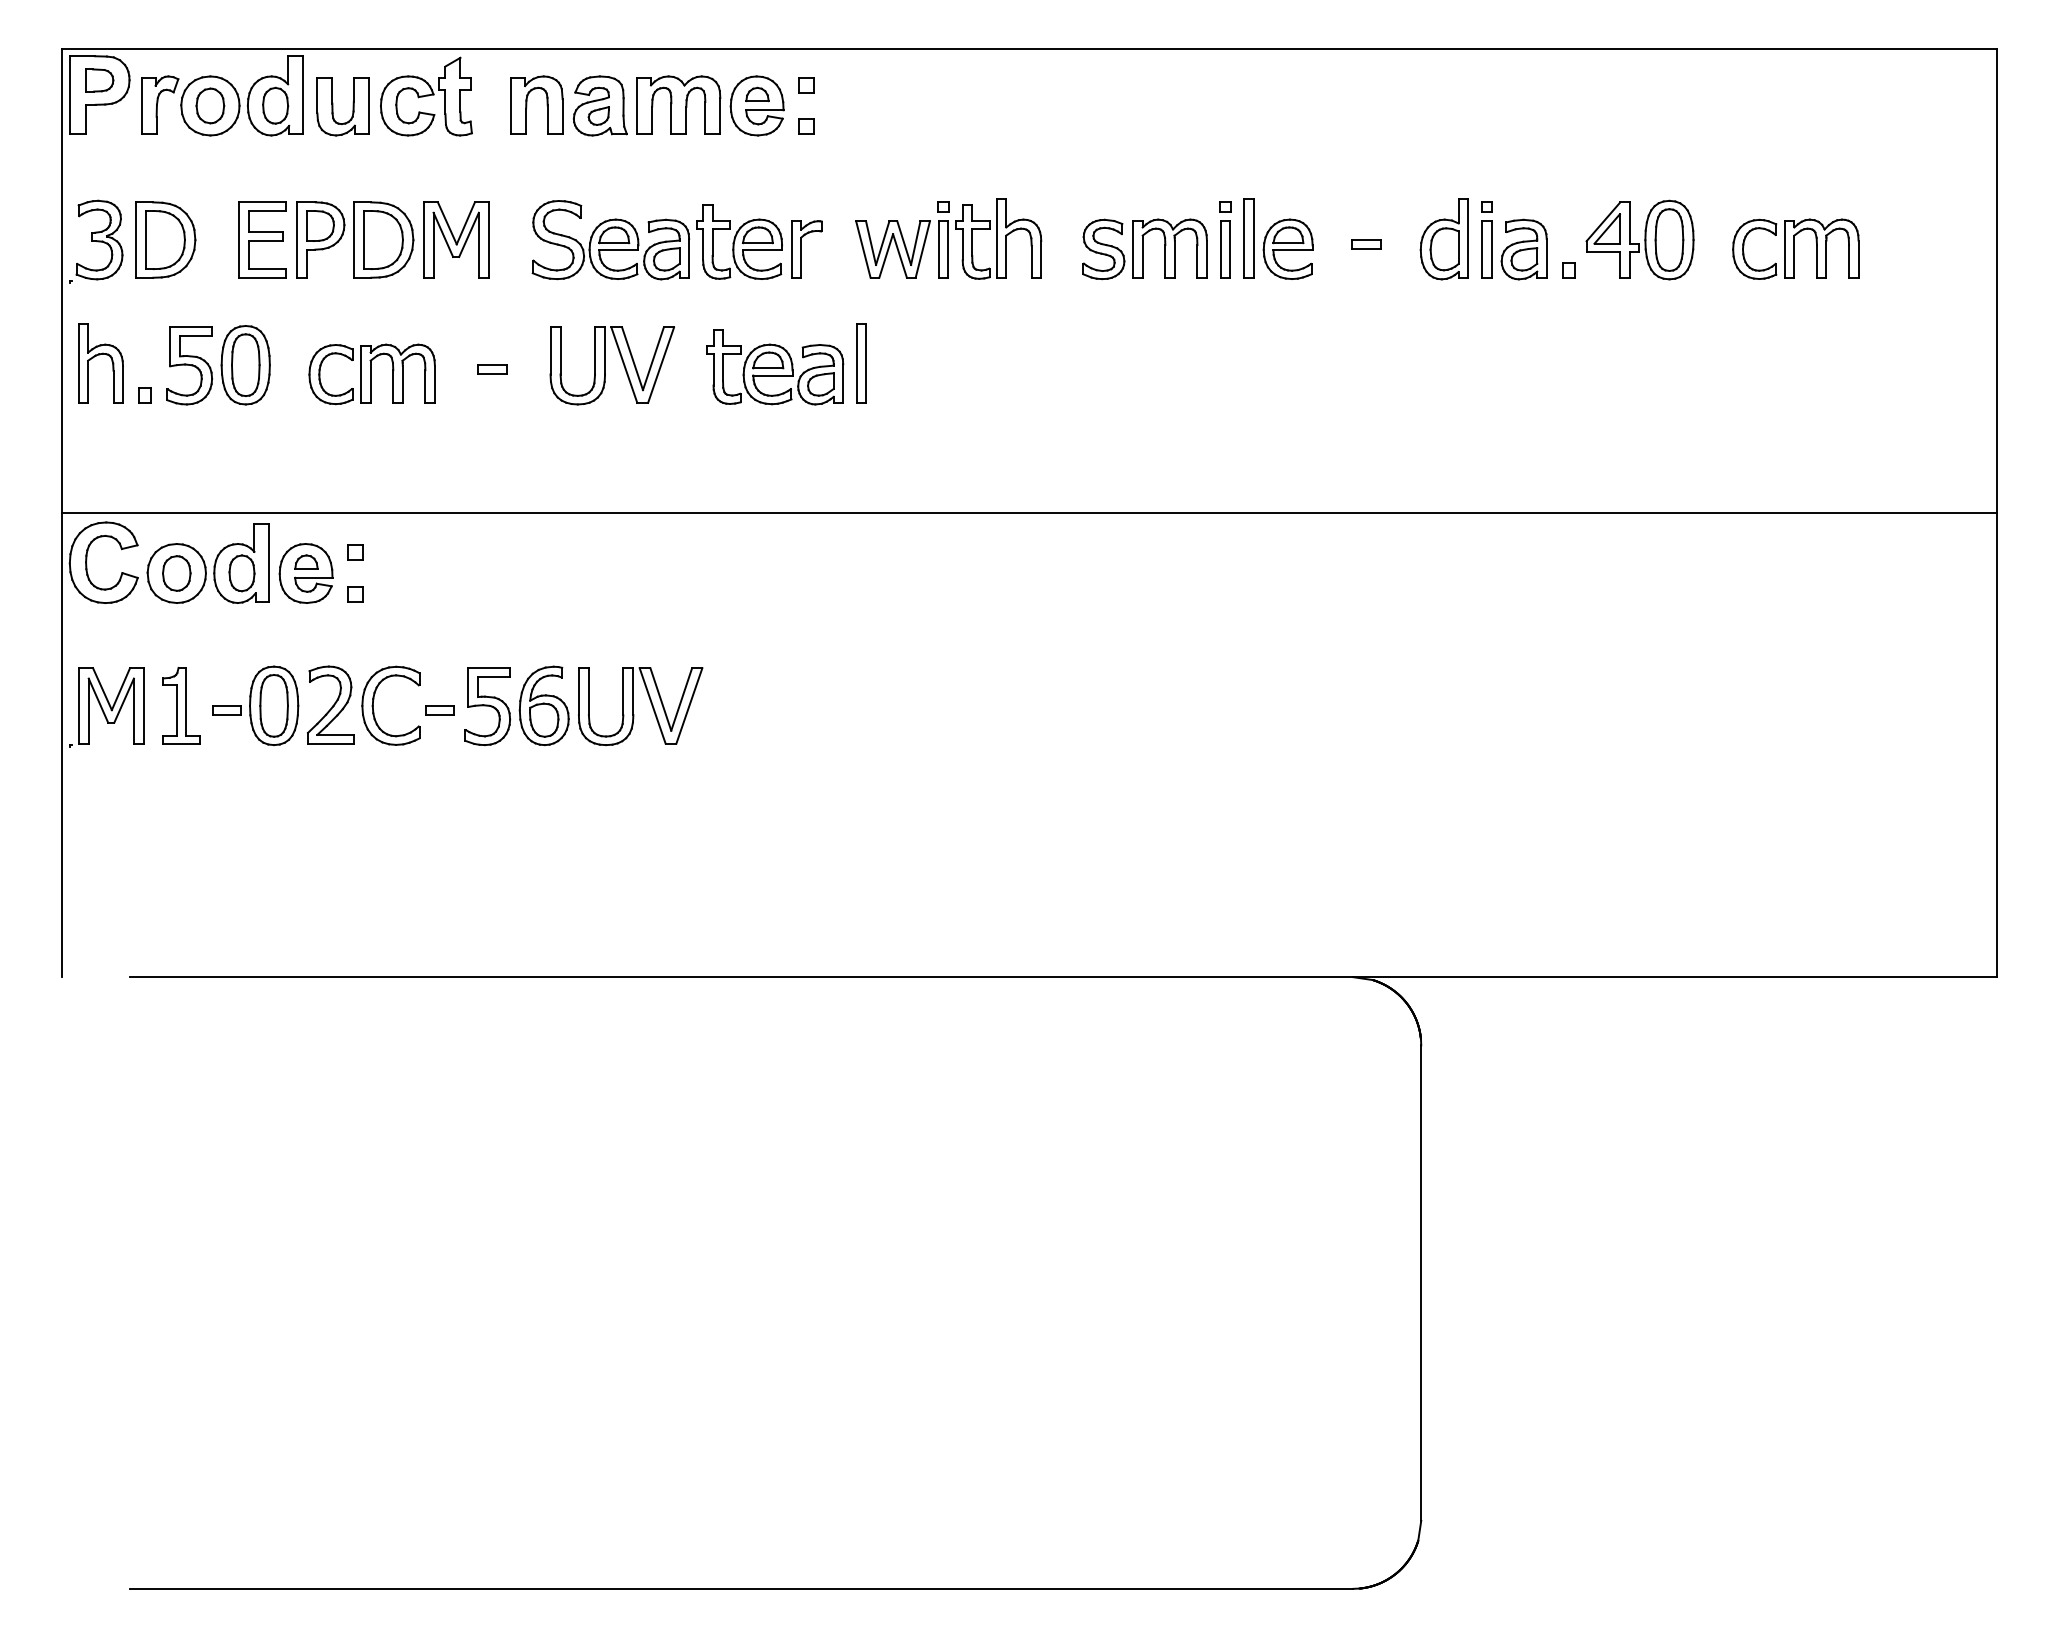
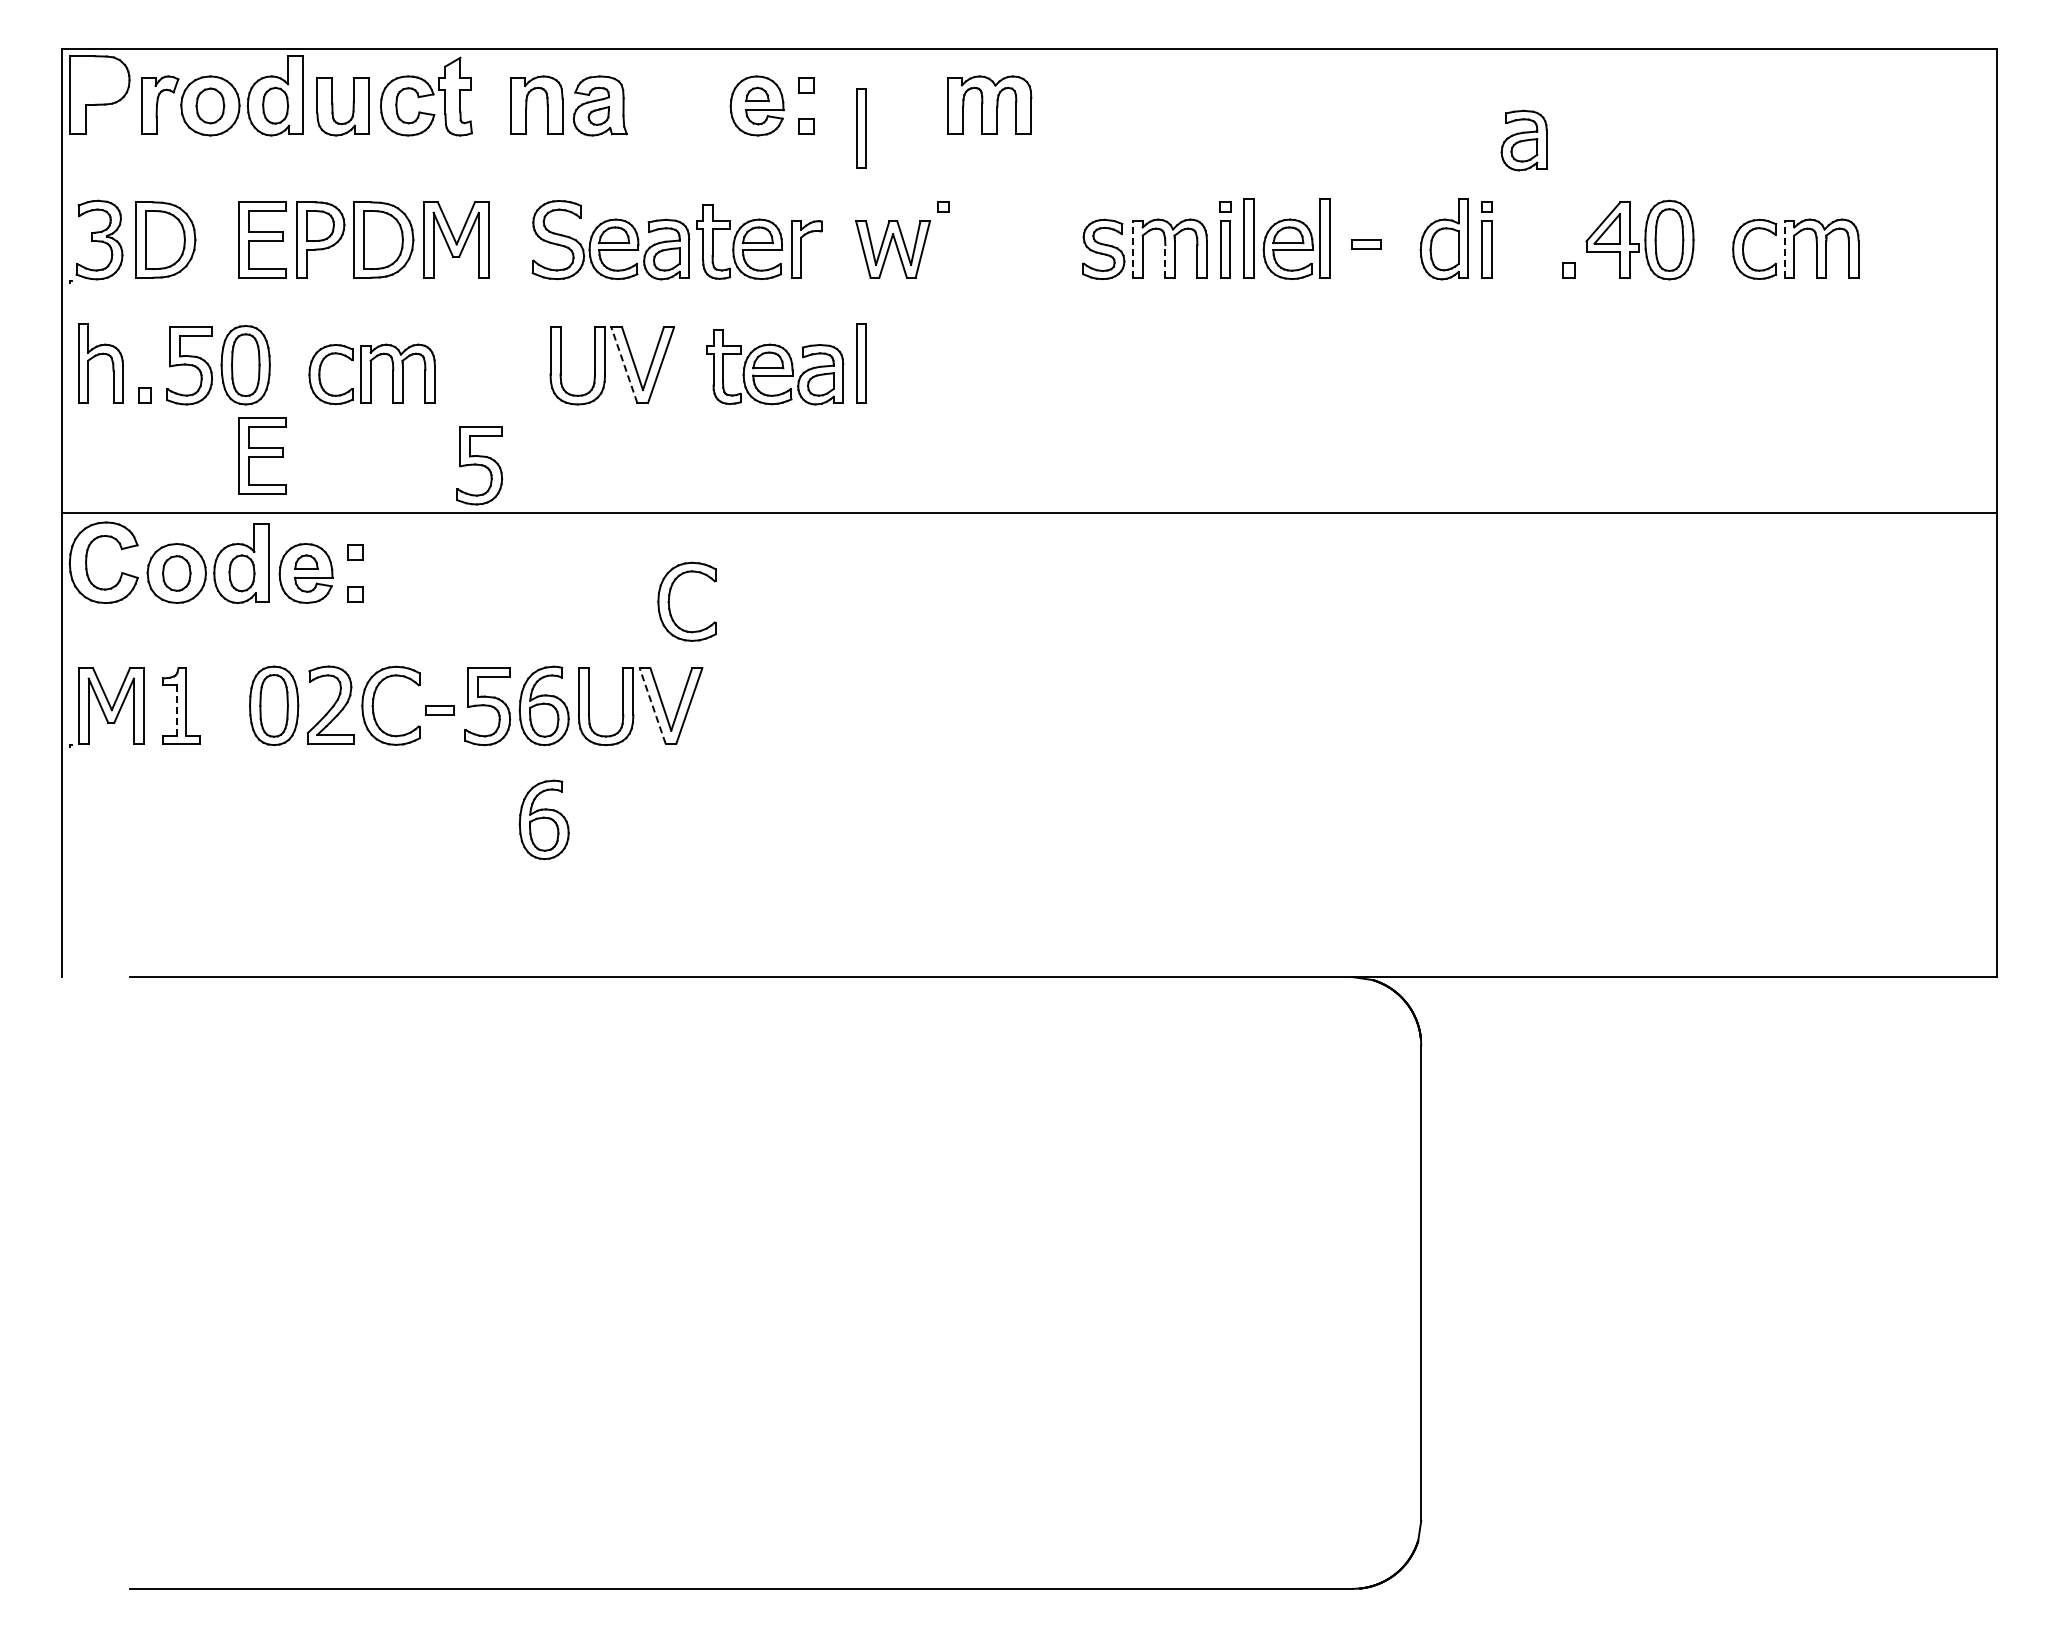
part at (99, 80): present -> none
part at (678, 104) position: (678, 104) -> (989, 104)
part at (861, 128): none -> present
part at (990, 238): present -> none
part at (1324, 238): none -> present
line at (1133, 248): solid -> dashed
line at (1784, 248): solid -> dashed
part at (1523, 249) position: (1523, 249) -> (1523, 140)
line at (1165, 260): solid -> dashed
line at (624, 365): solid -> dashed
part at (492, 369): present -> none
part at (262, 455): none -> present
part at (479, 465): none -> present
part at (669, 601): none -> present
line at (652, 705): solid -> dashed
line at (176, 710): solid -> dashed
part at (226, 710): present -> none
part at (543, 819): none -> present
